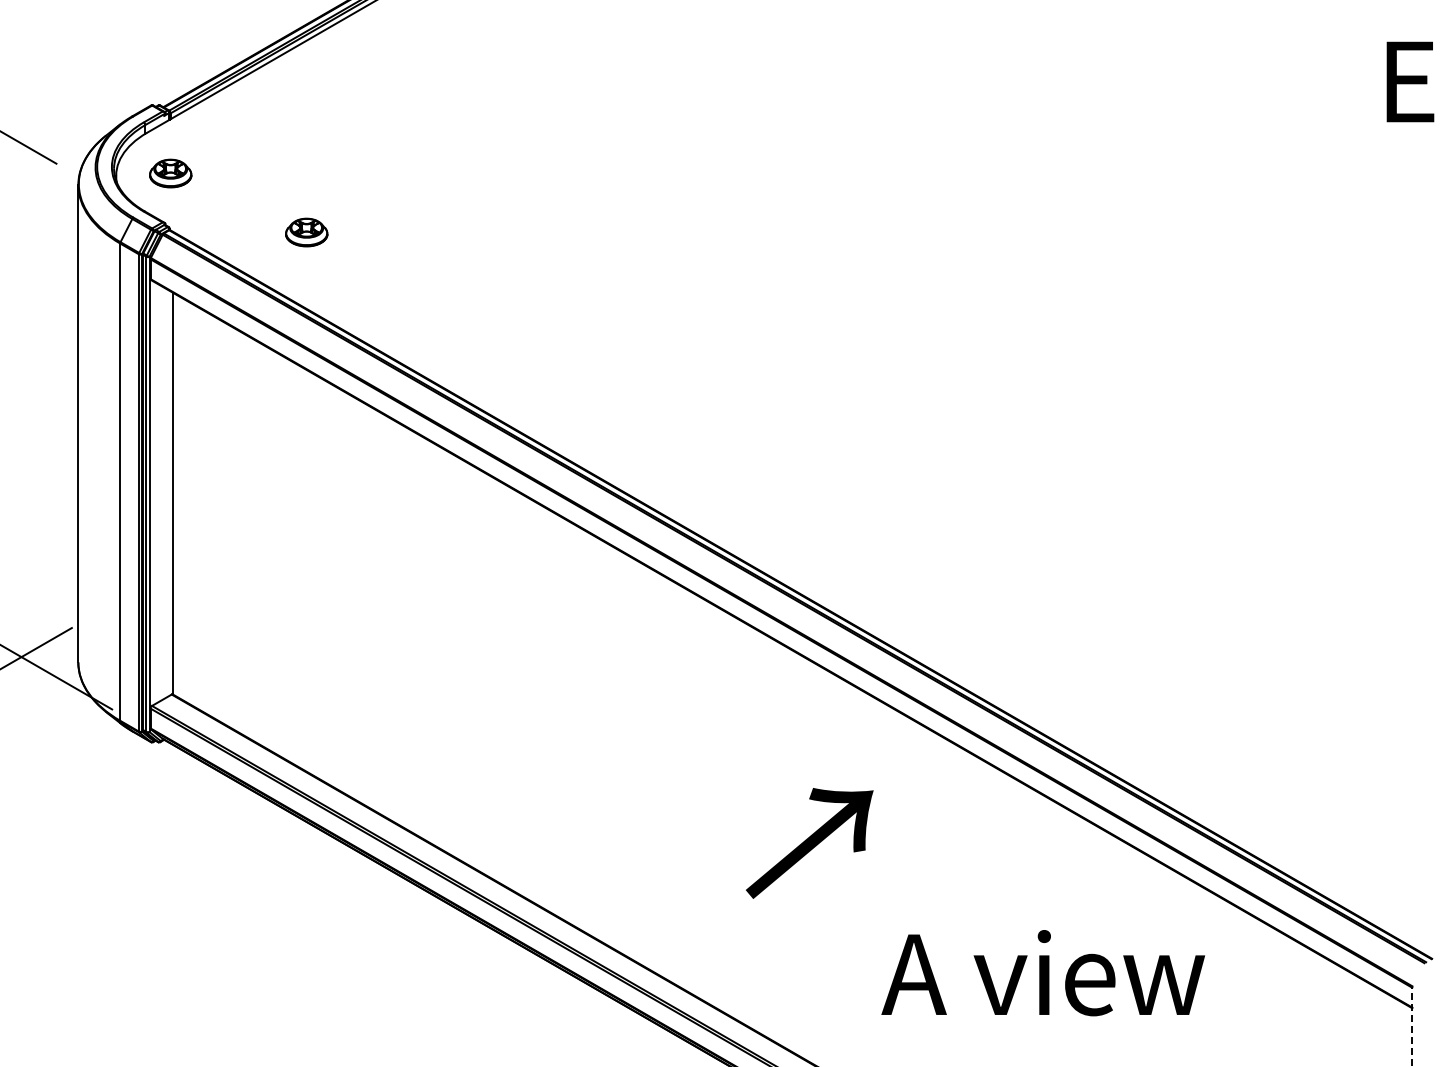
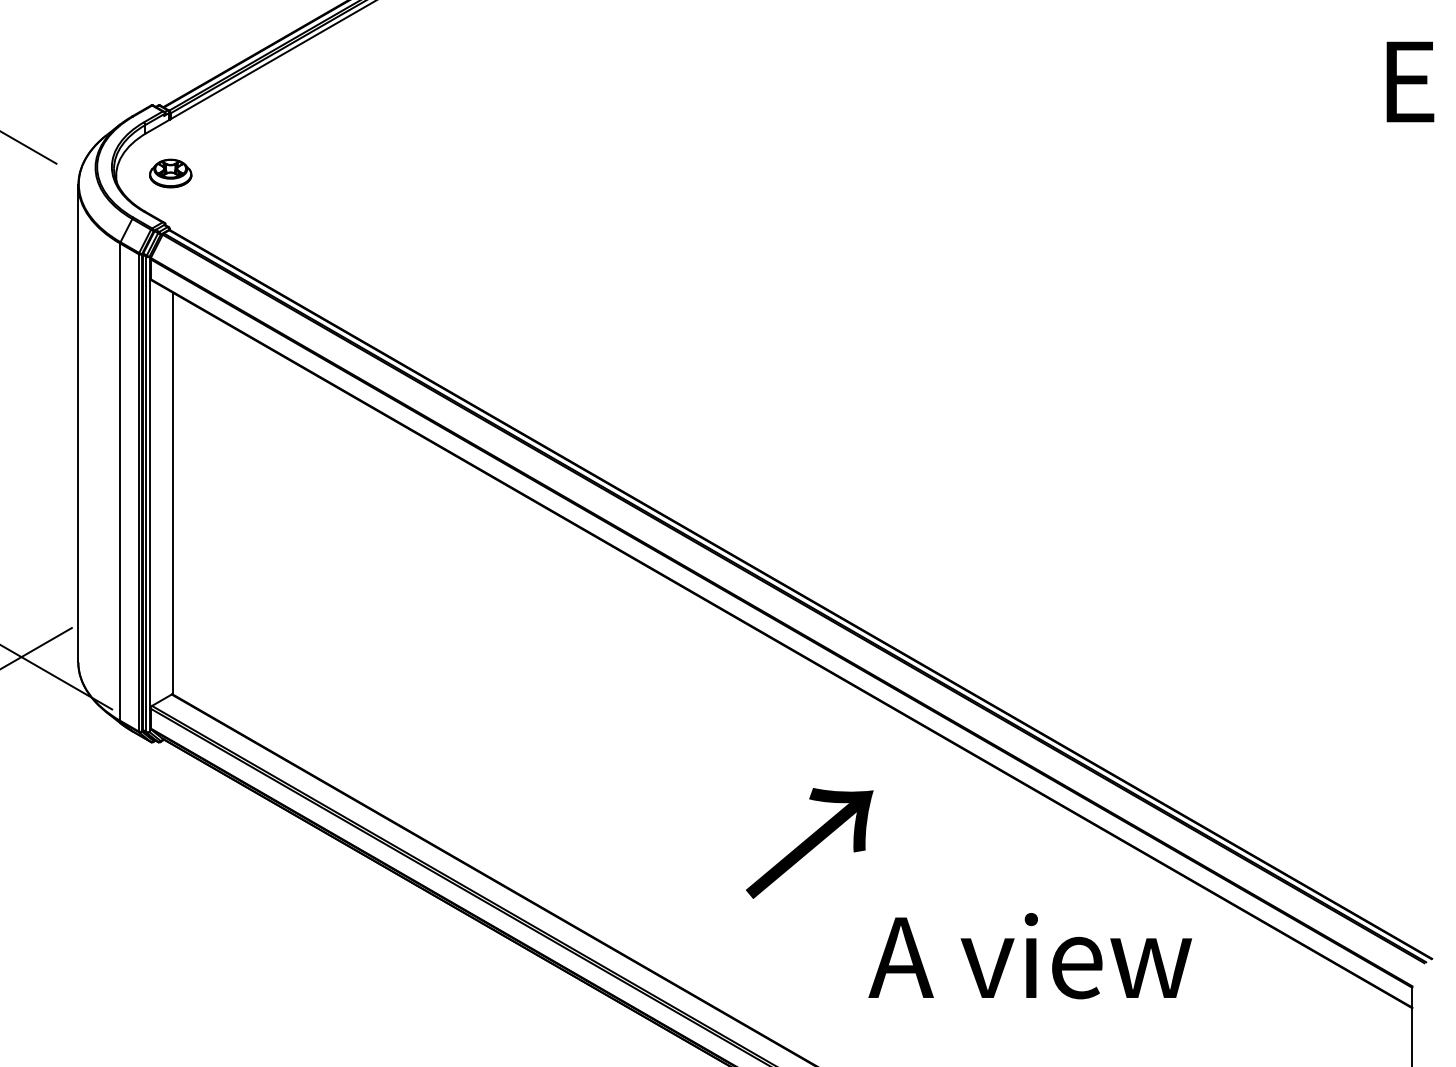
part at (306, 232): present -> none
text at (1043, 973) position: (1043, 973) -> (1030, 956)
line at (1412, 1026): dashed -> solid
